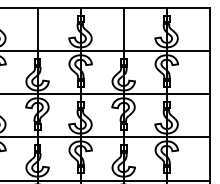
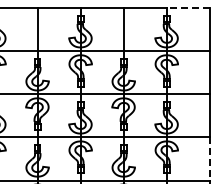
line at (188, 8): solid -> dashed
line at (209, 159): solid -> dashed
